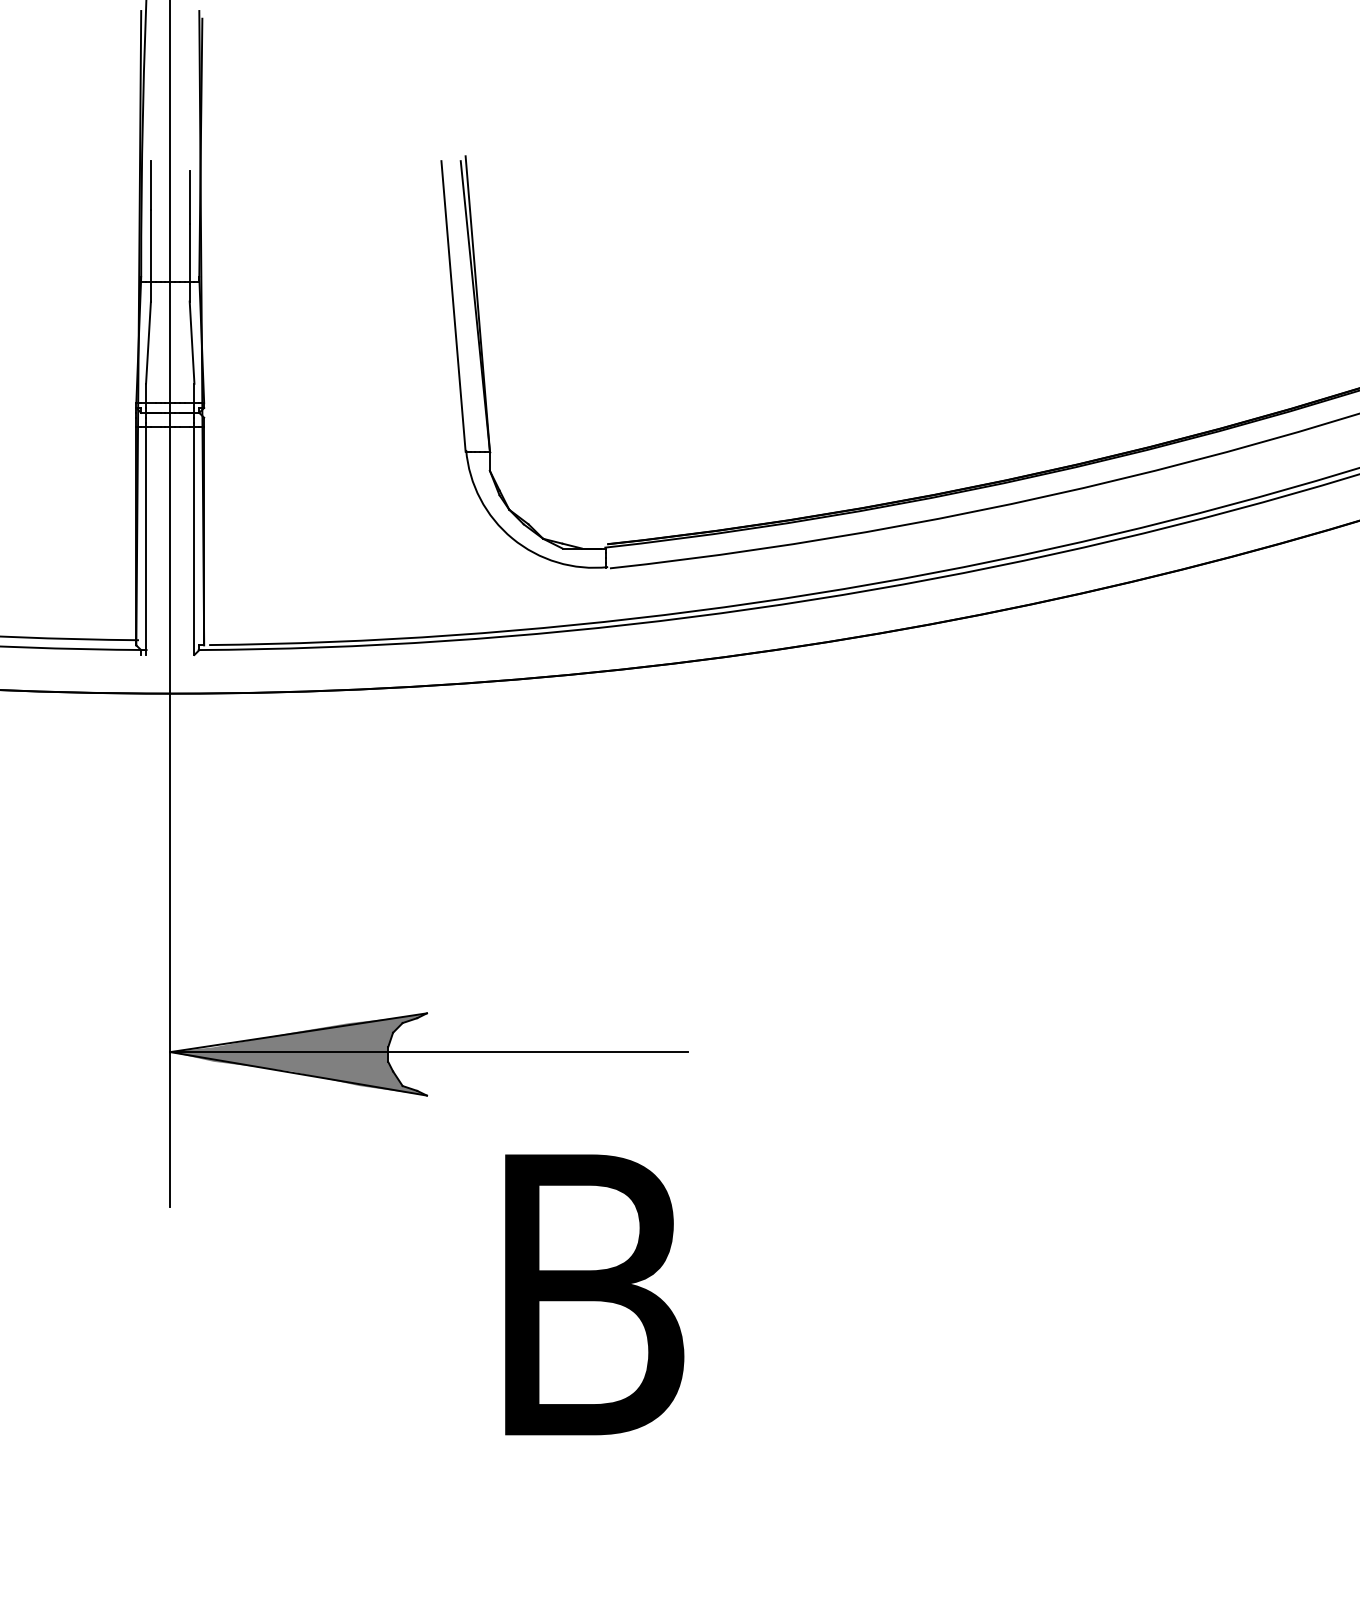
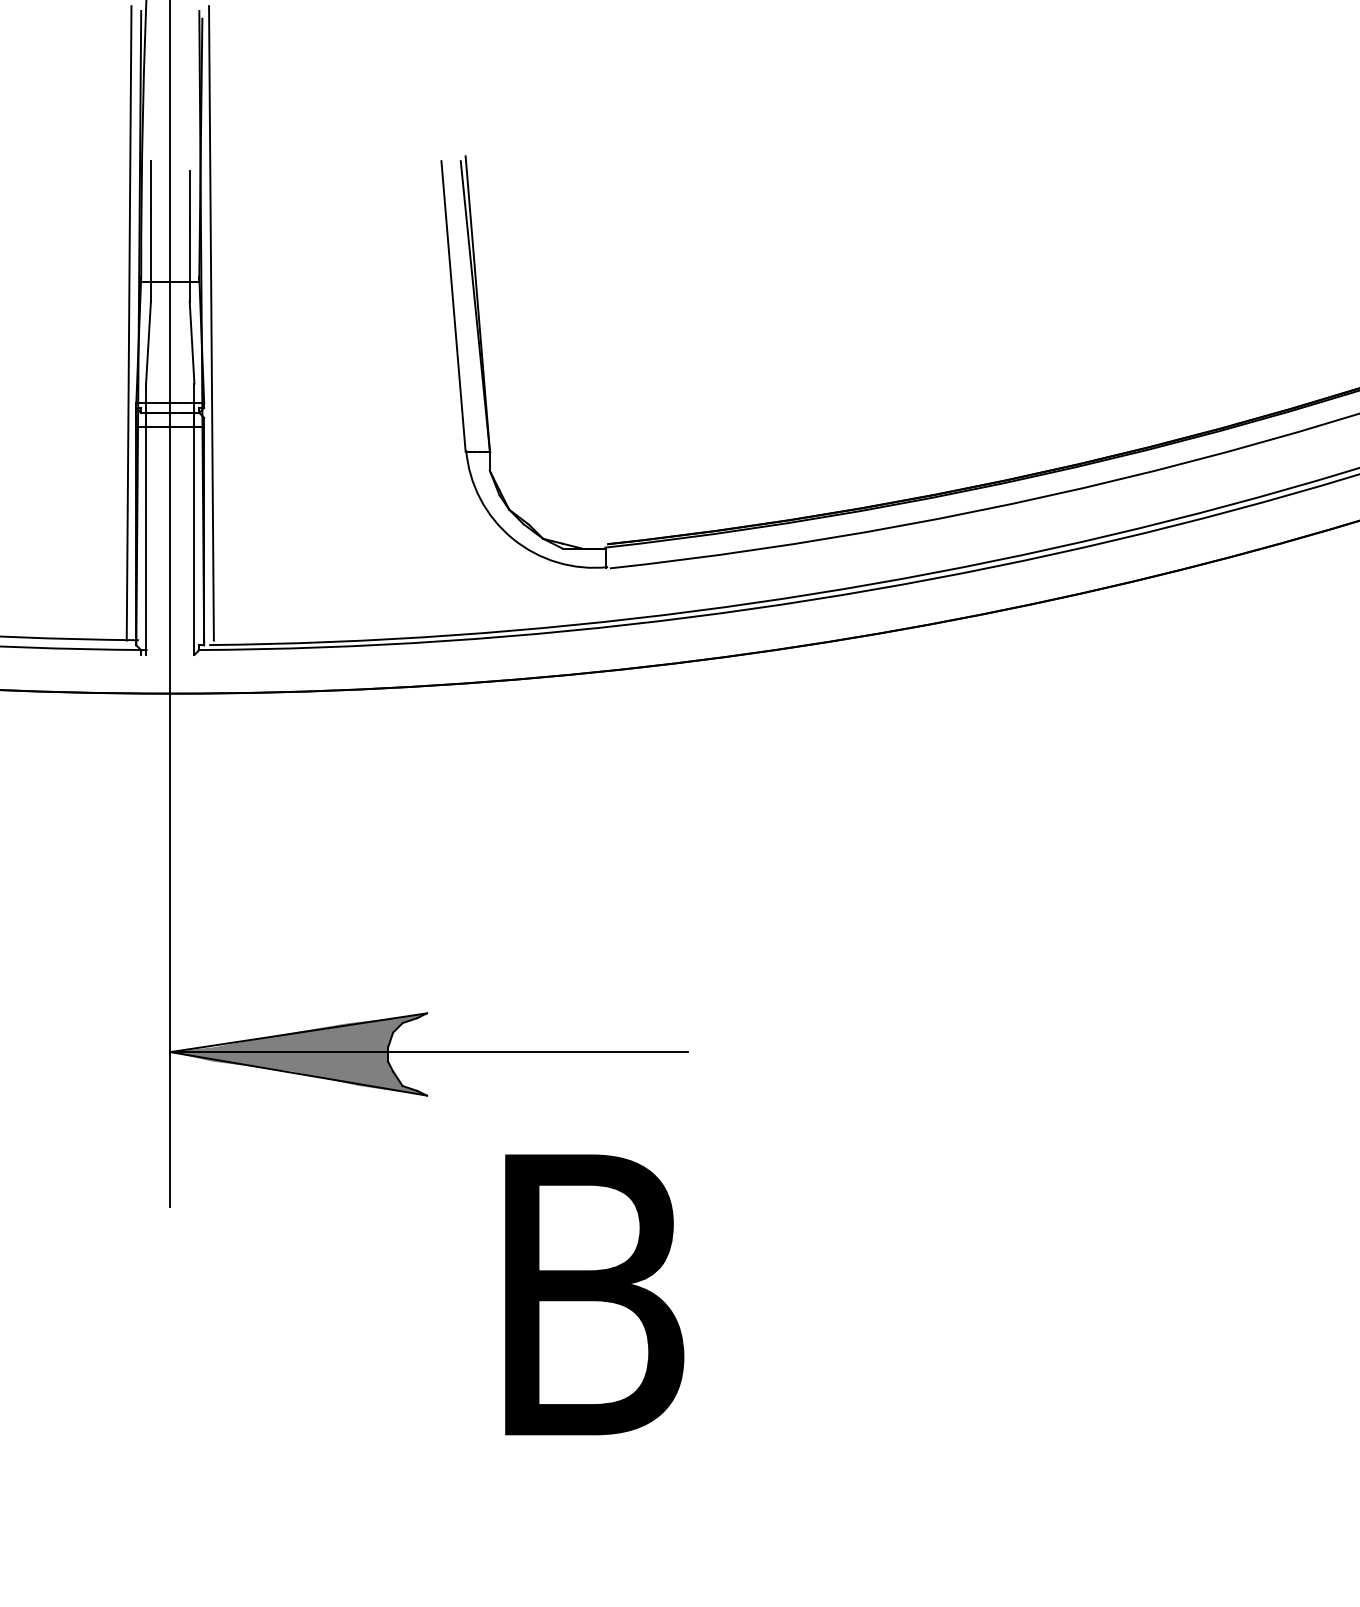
line at (128, 323): none -> present
line at (211, 323): none -> present
